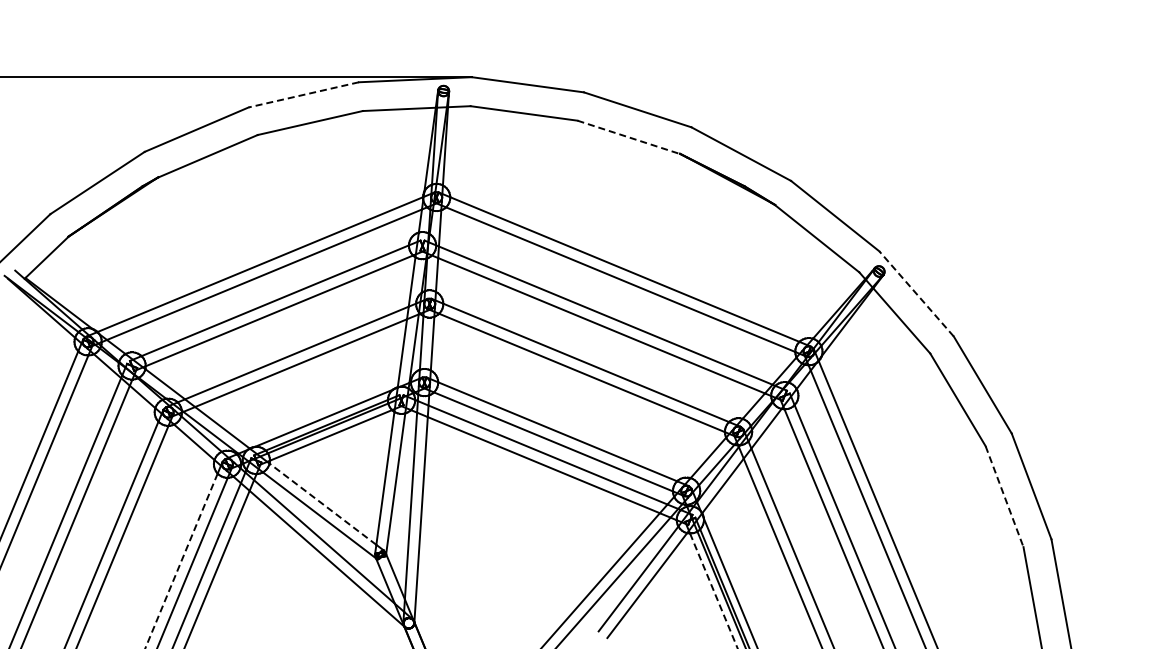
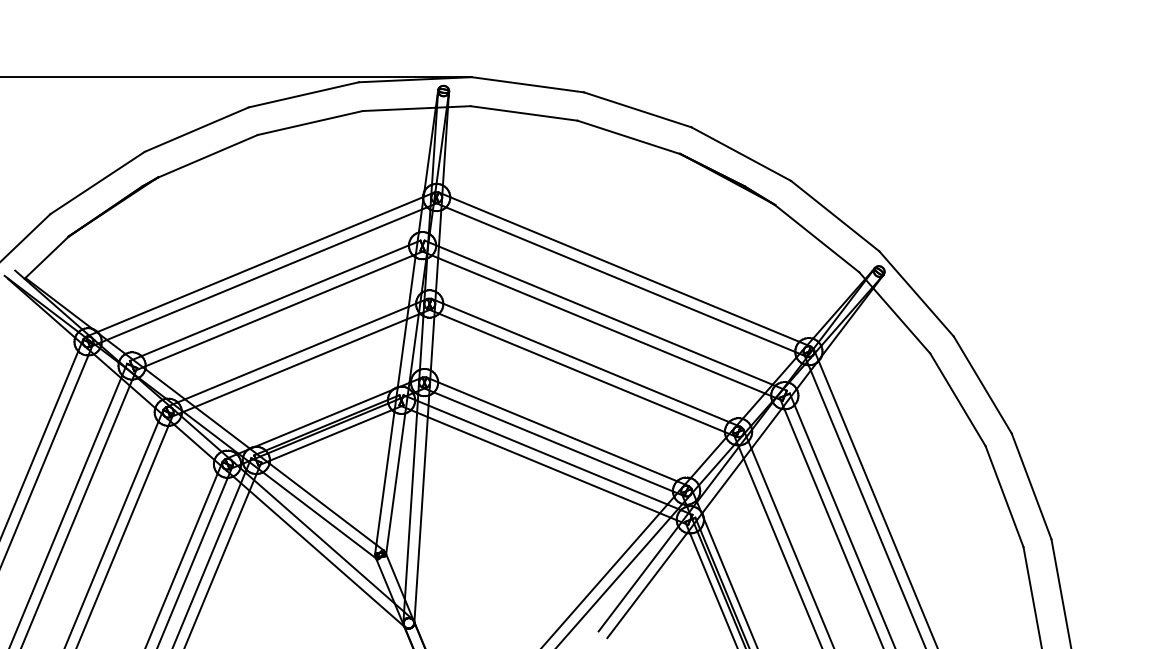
line at (303, 94): dashed -> solid
line at (628, 137): dashed -> solid
line at (916, 293): dashed -> solid
line at (1004, 496): dashed -> solid
line at (322, 503): dashed -> solid
line at (181, 561): dashed -> solid
line at (714, 591): dashed -> solid
